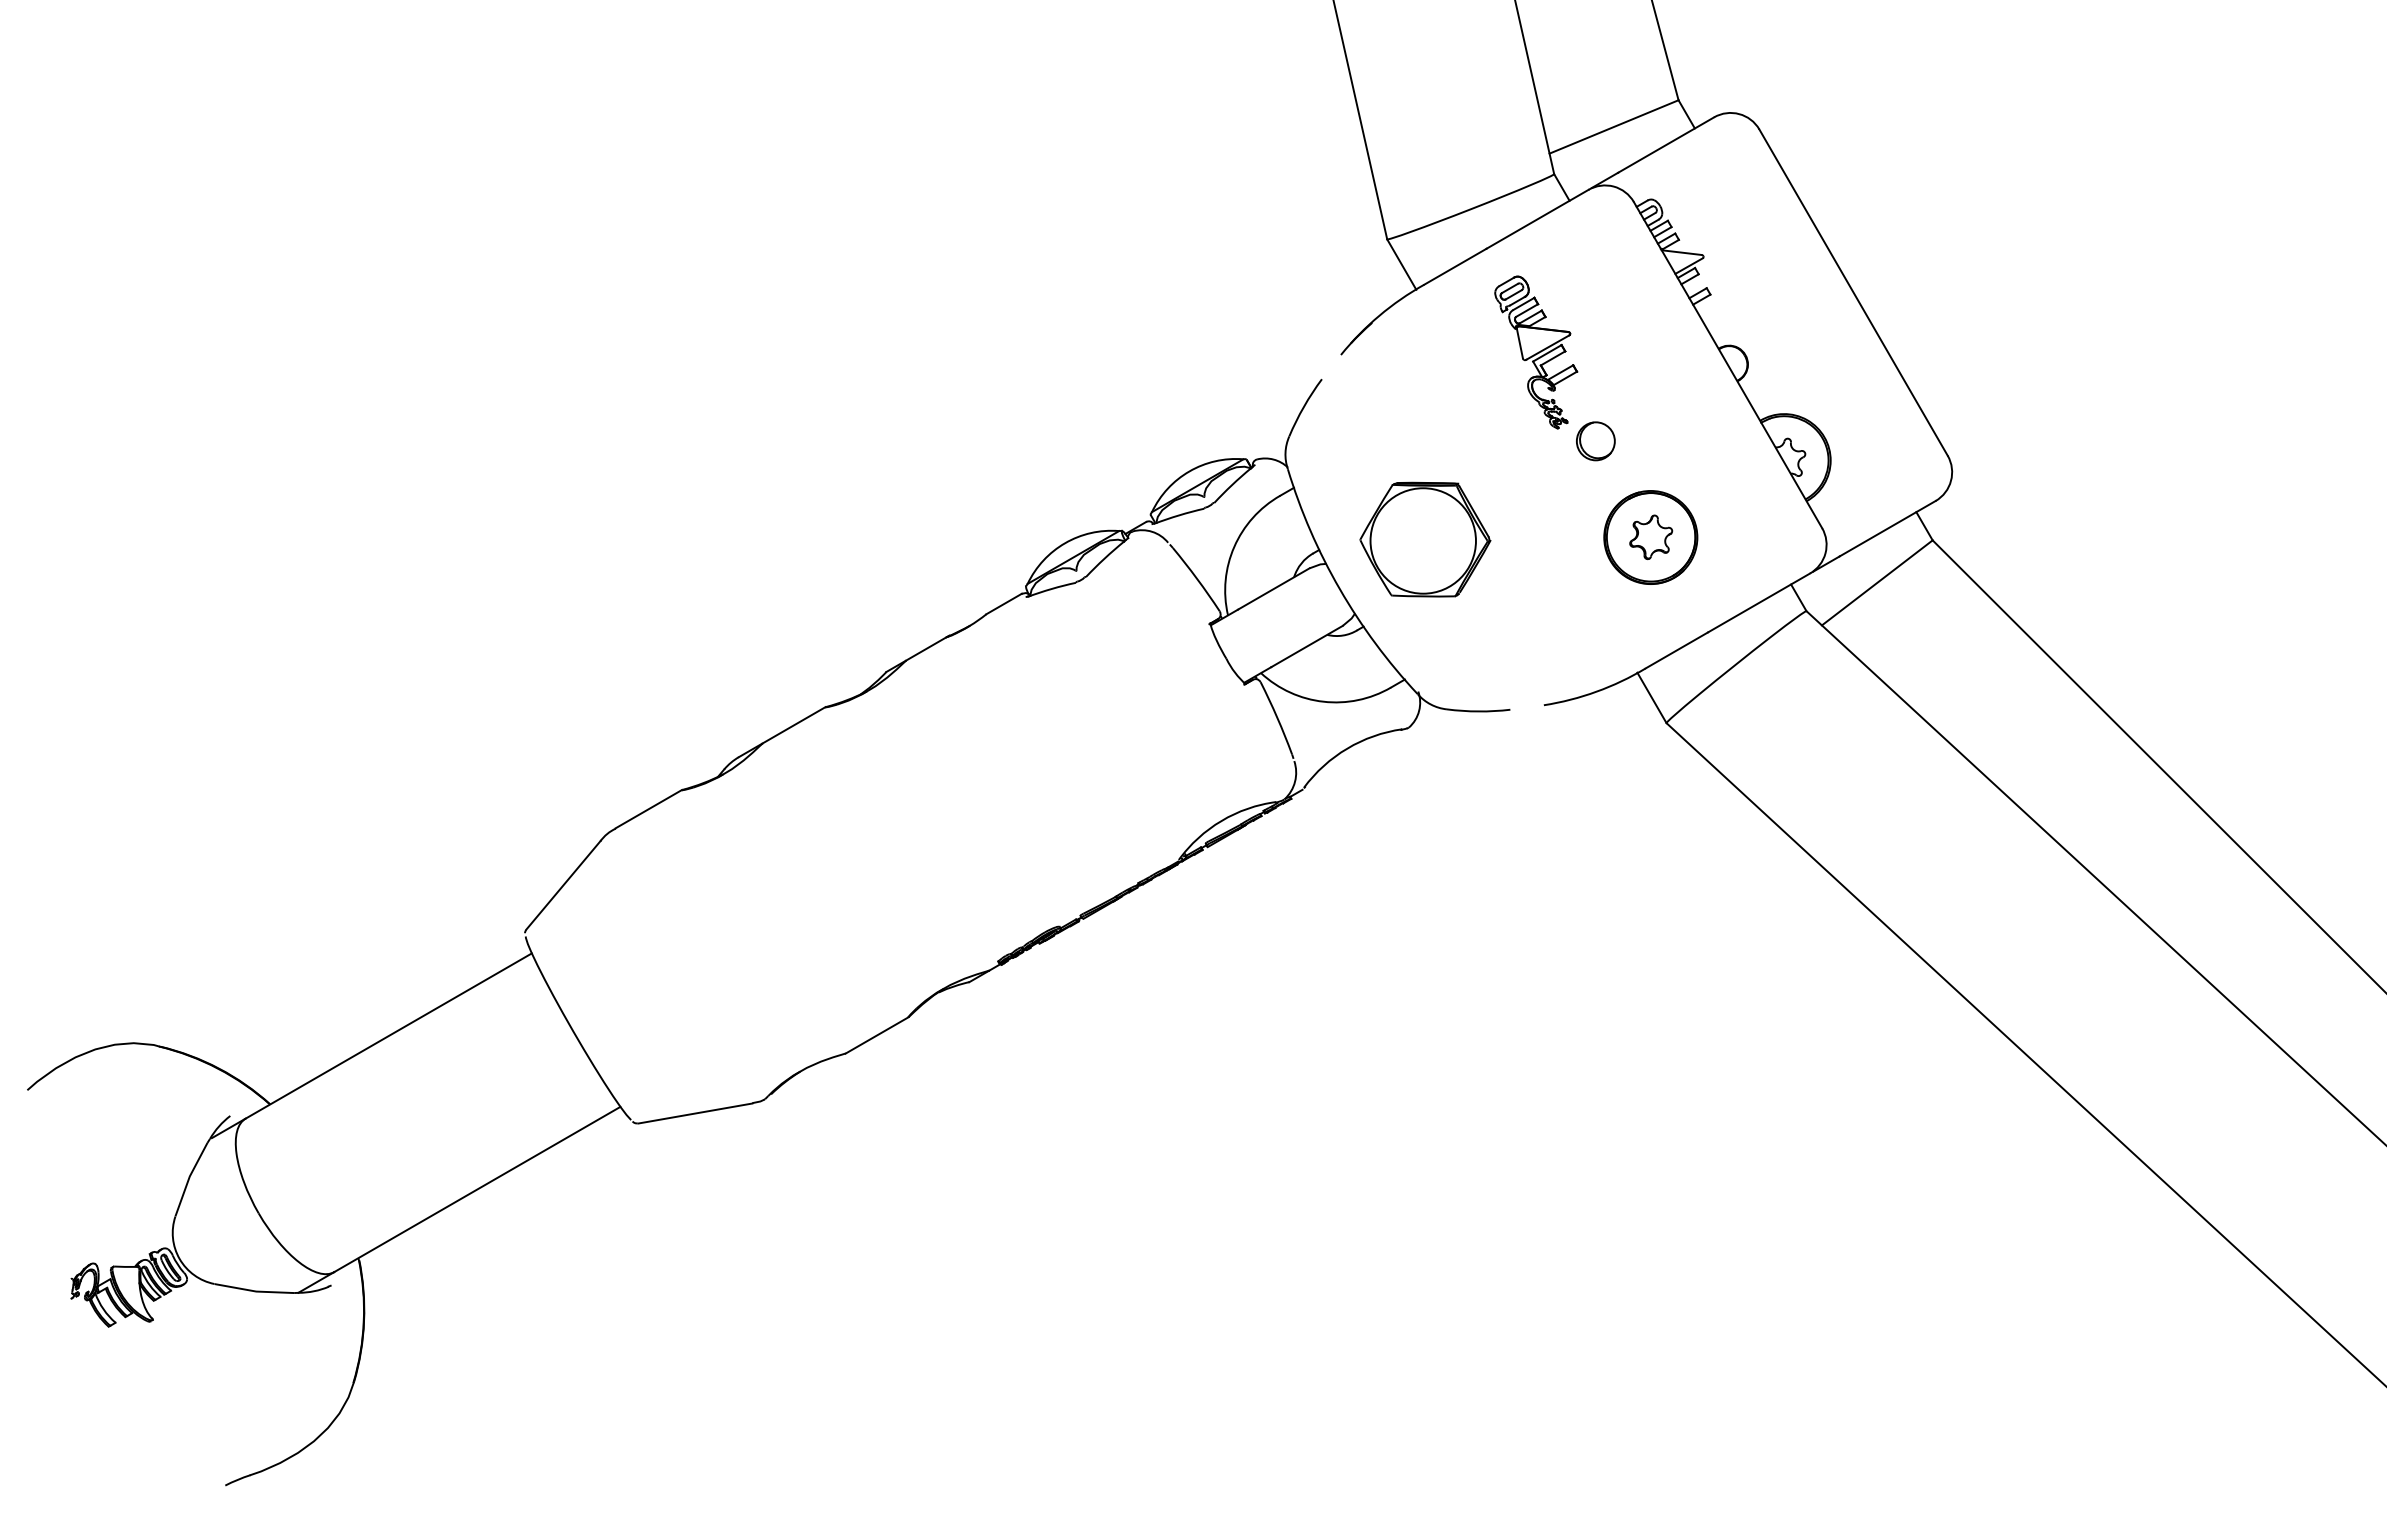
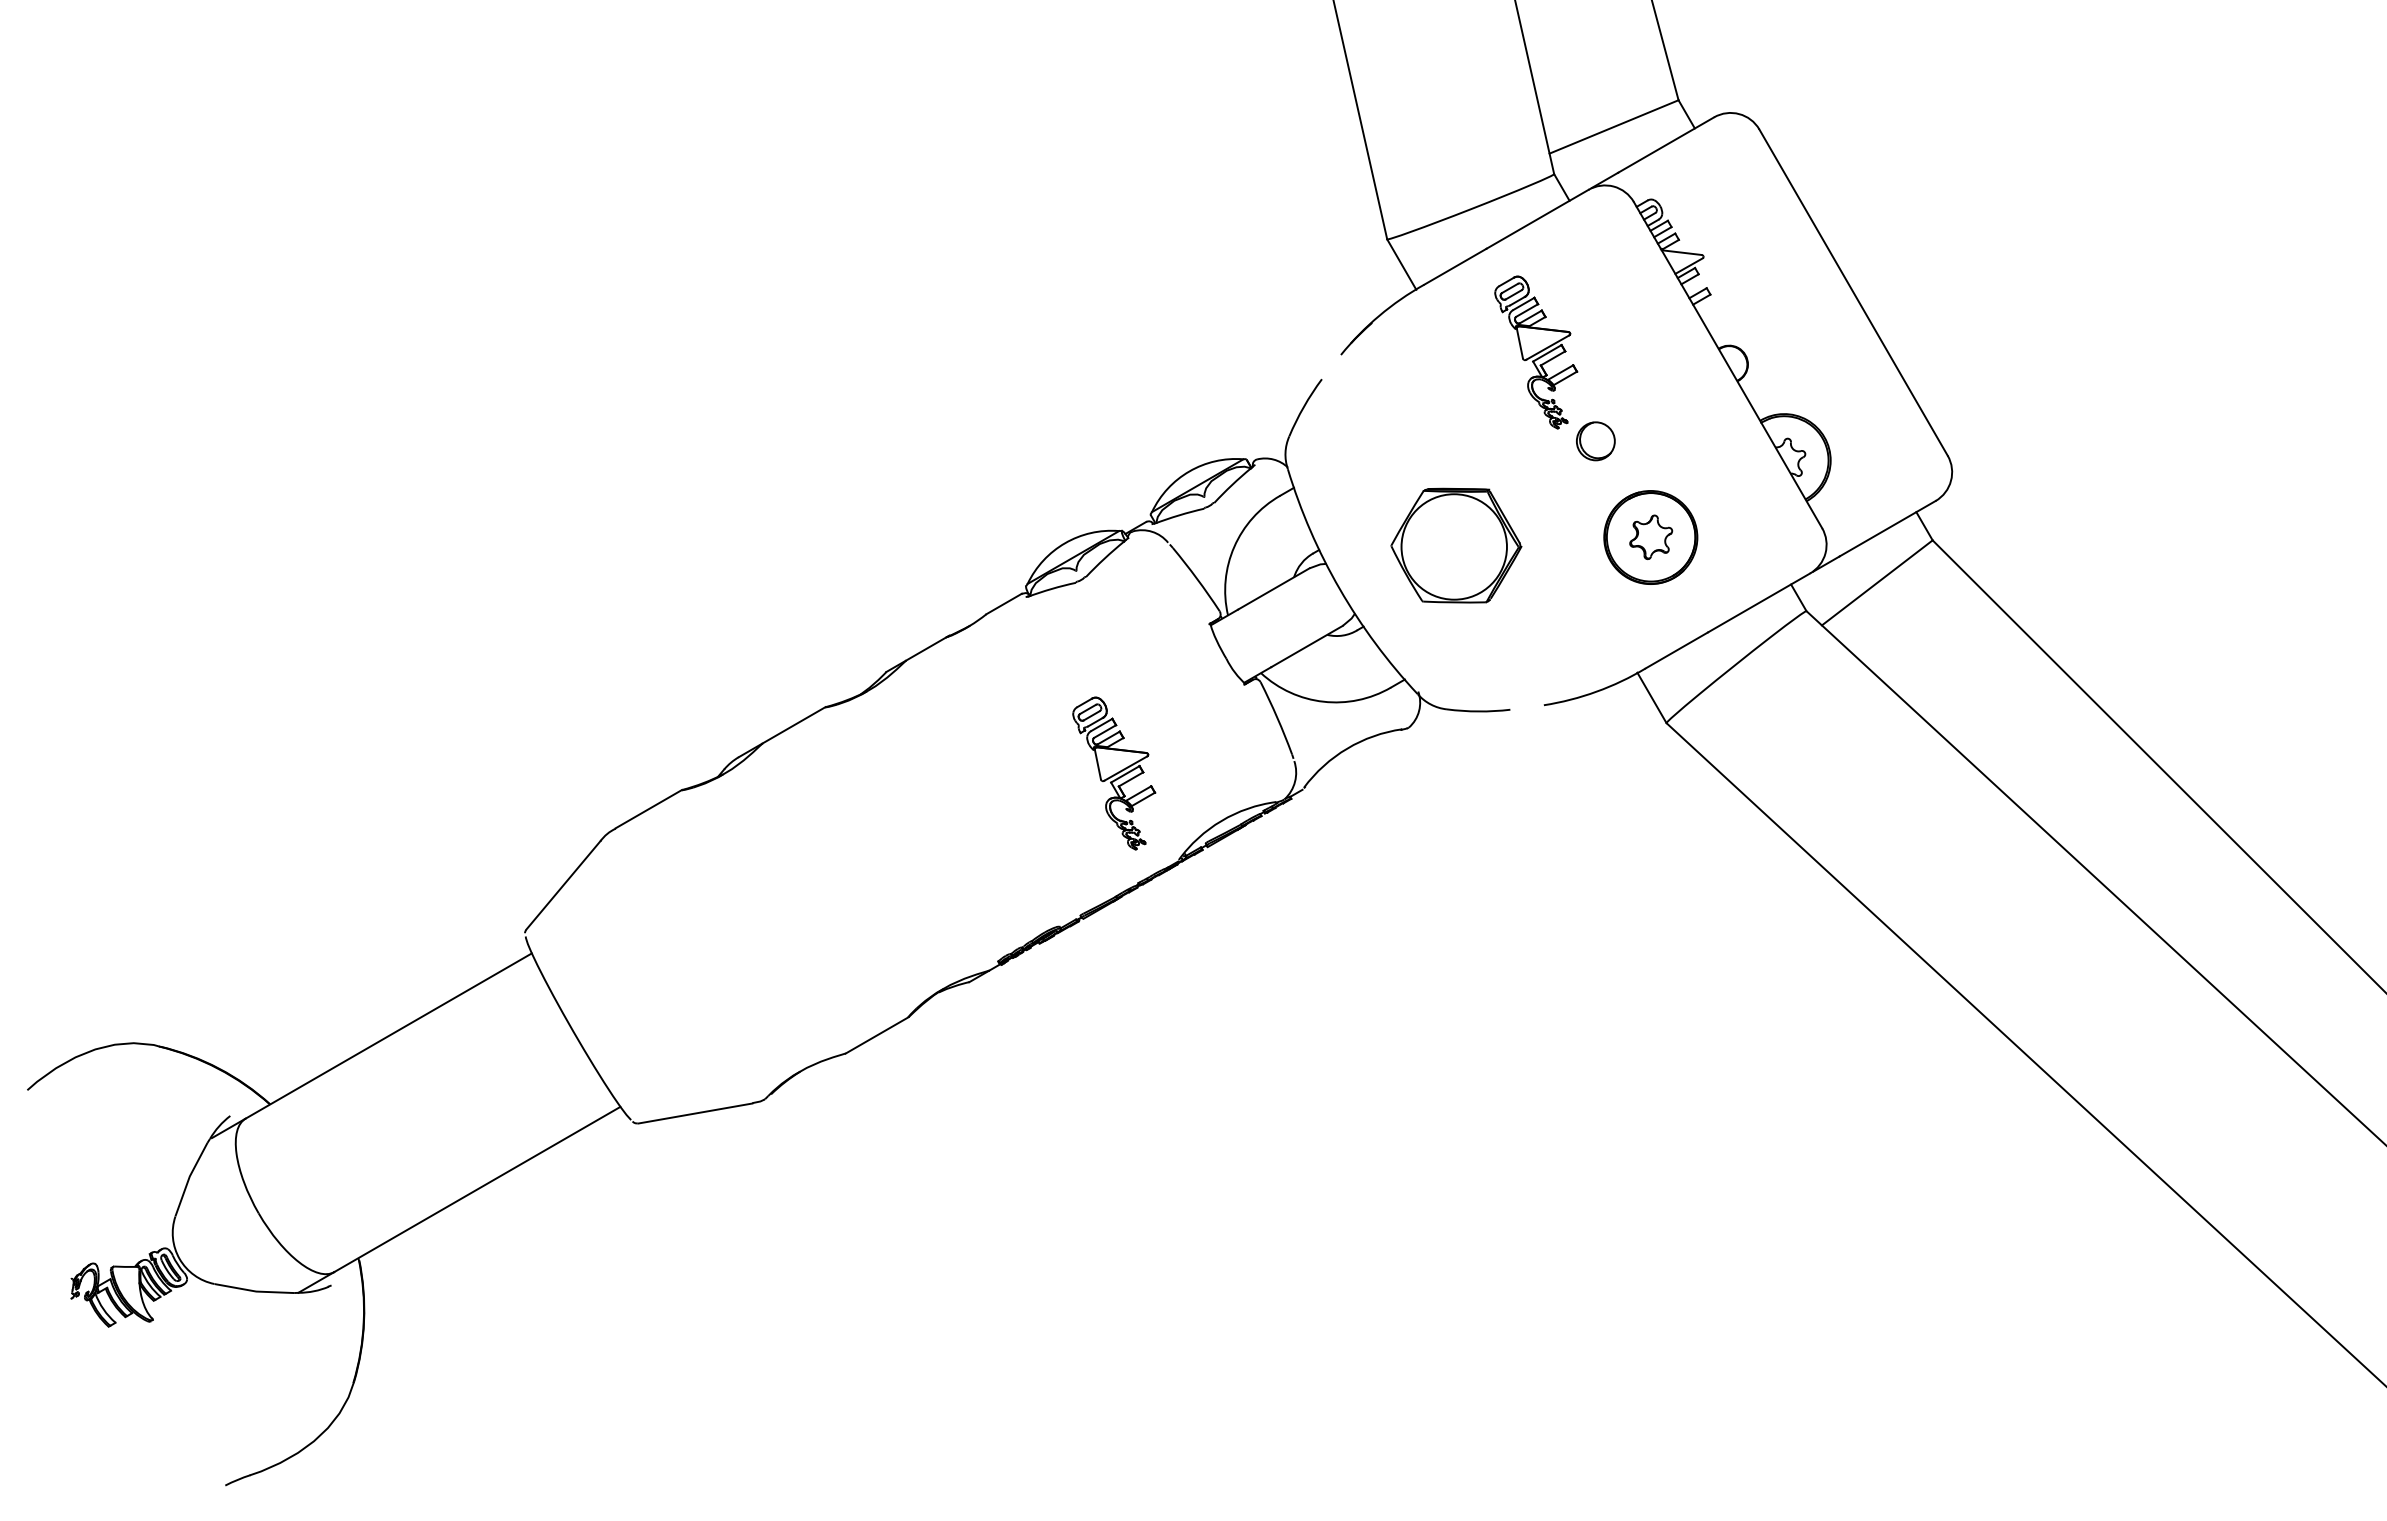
part at (1425, 539) position: (1425, 539) -> (1456, 545)
part at (1114, 773): none -> present
